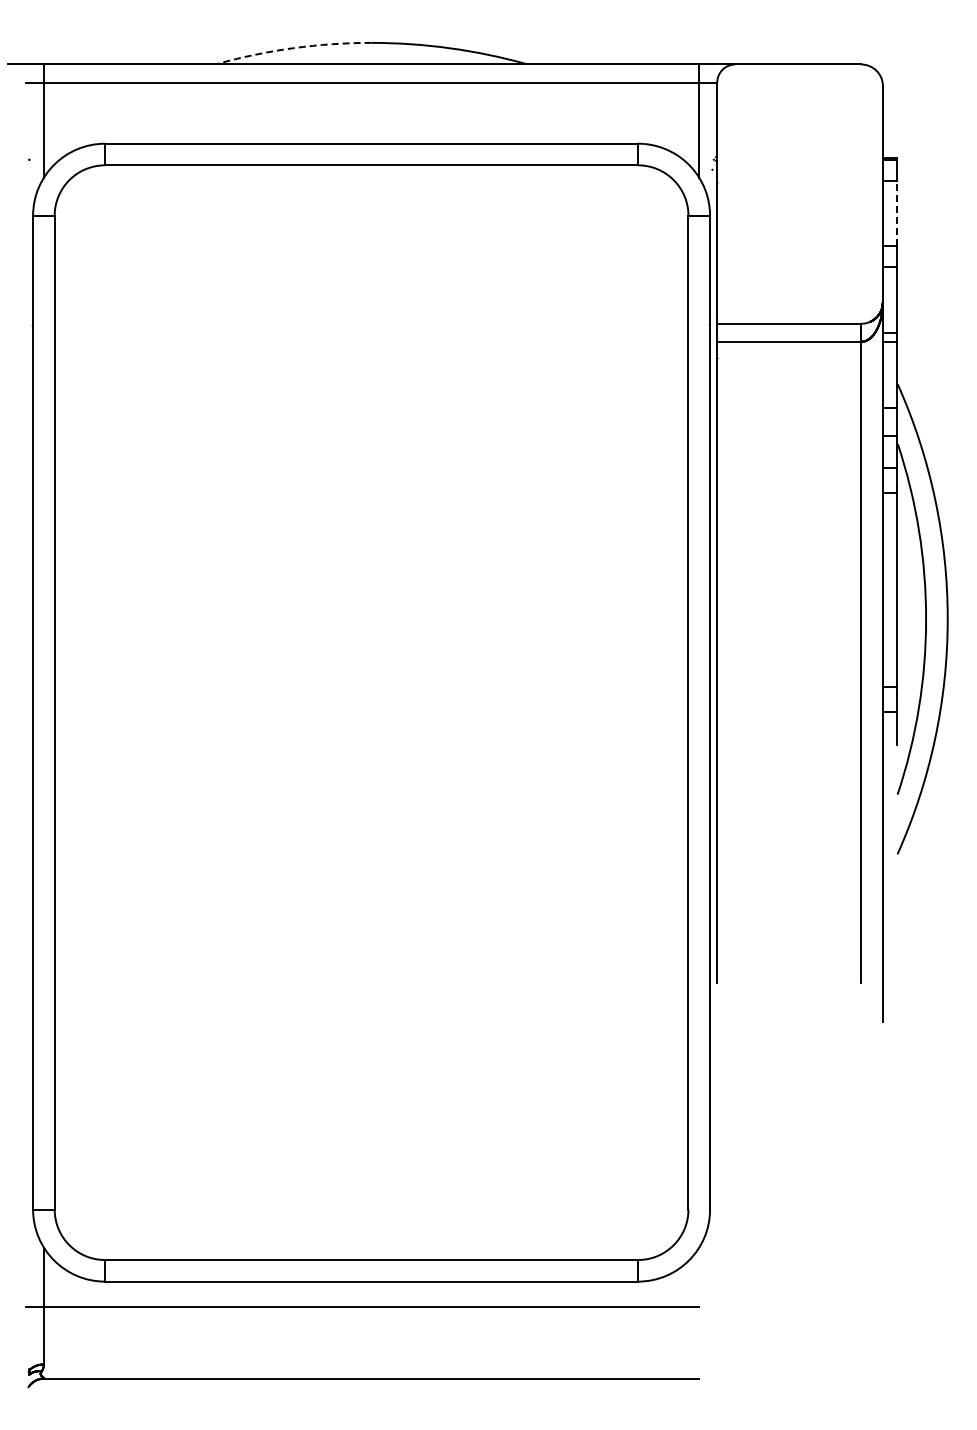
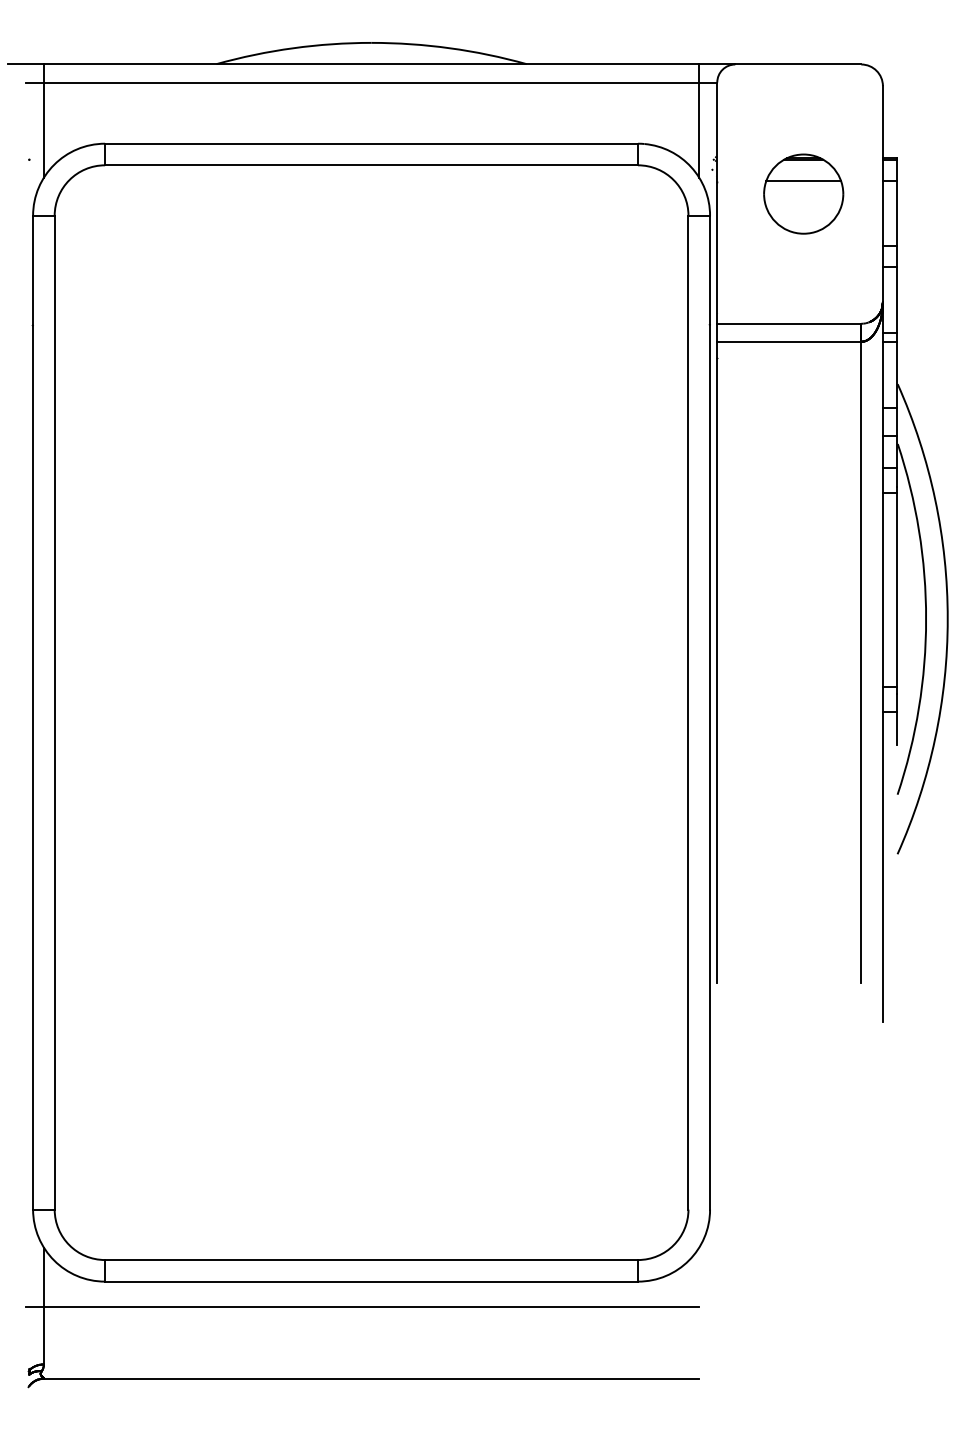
arc at (293, 48): dashed -> solid
part at (803, 193): none -> present
line at (897, 213): dashed -> solid
